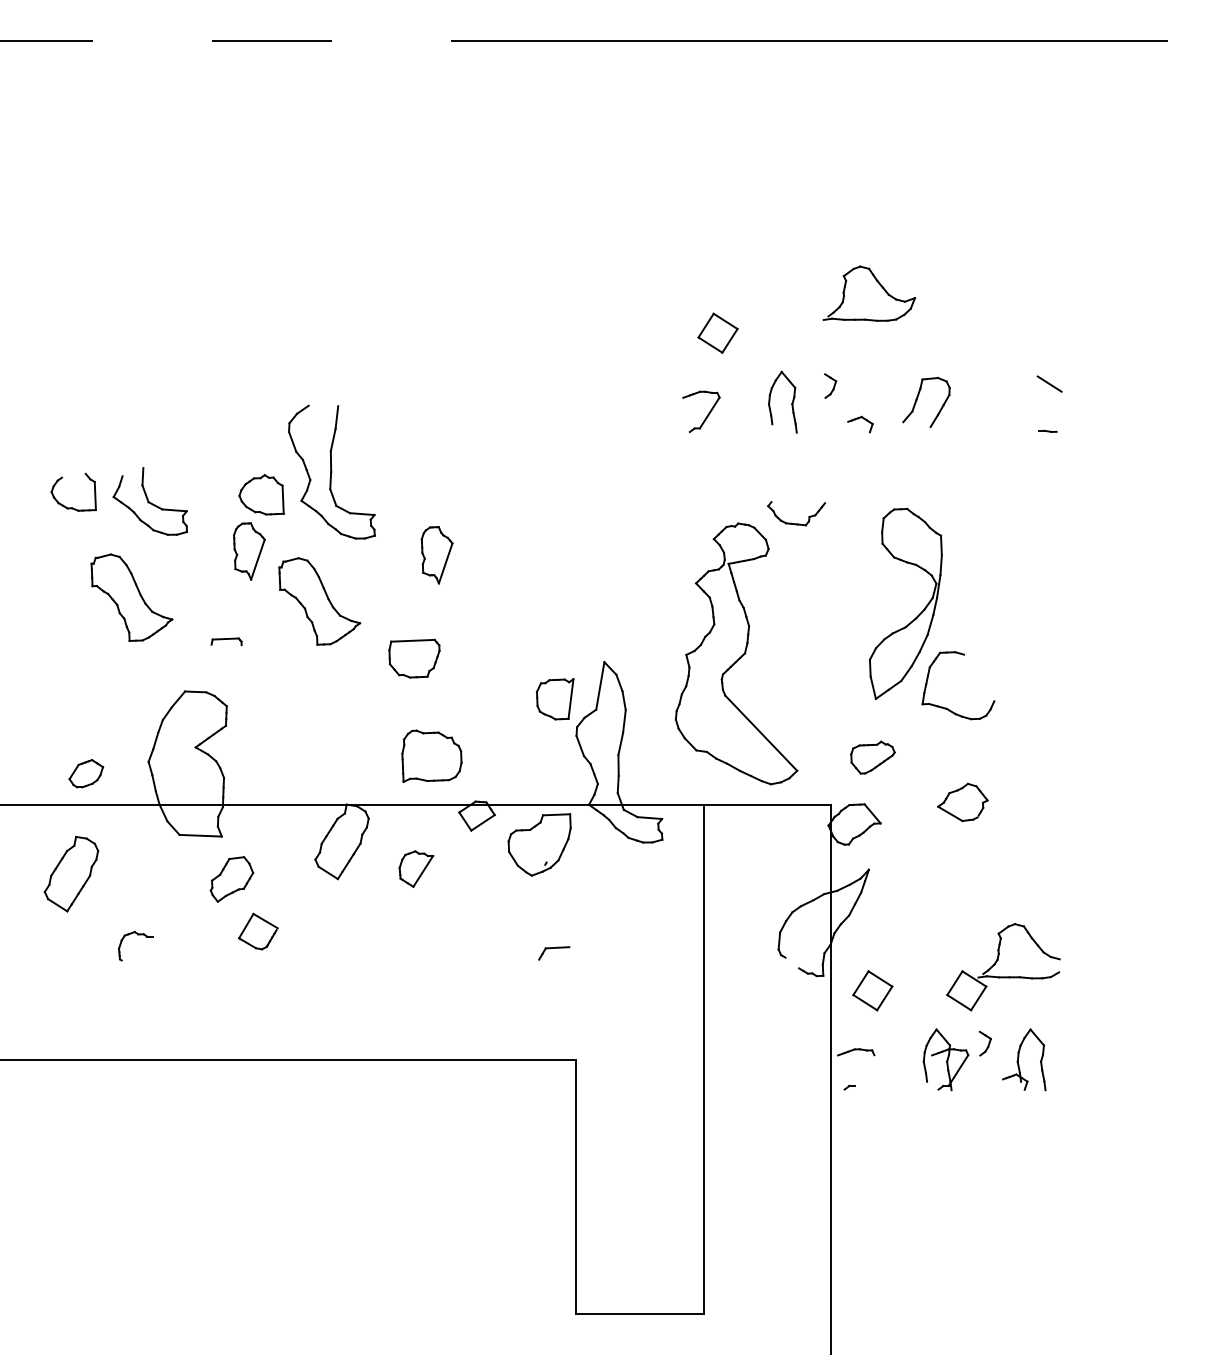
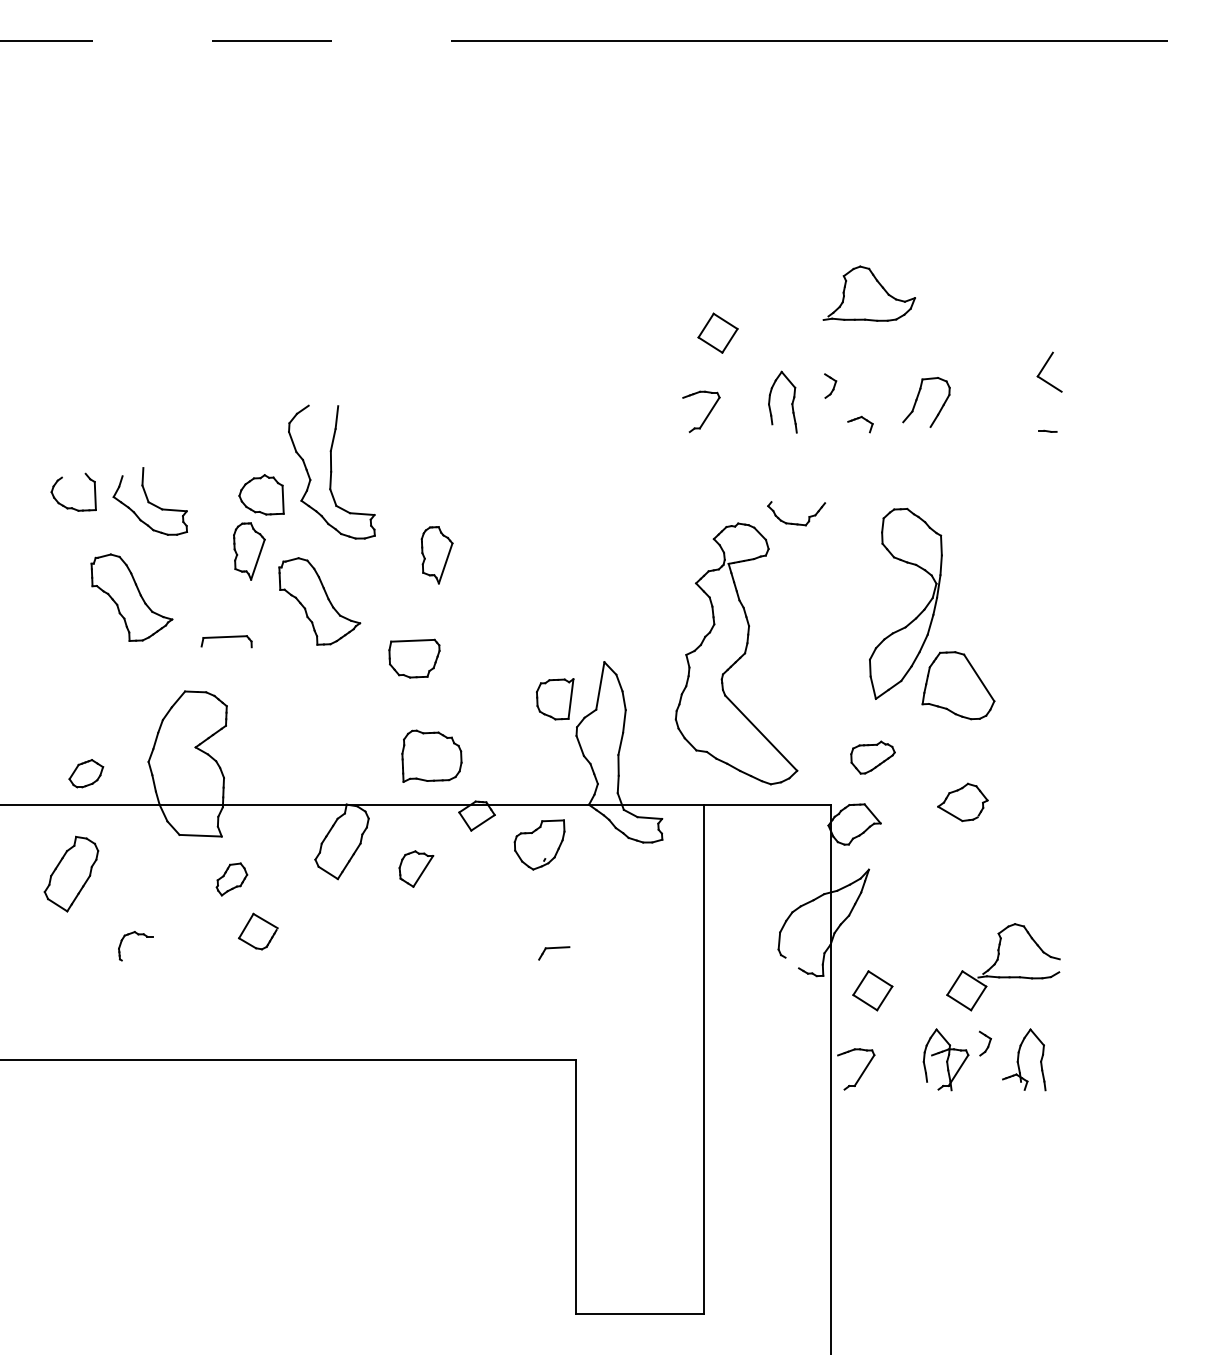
line at (1044, 364): none -> present
part at (226, 641) size: 33x9 px -> 53x14 px
line at (979, 677): none -> present
part at (539, 844) size: 65x64 px -> 53x52 px
part at (231, 879) size: 46x47 px -> 34x35 px
line at (864, 1070): none -> present
